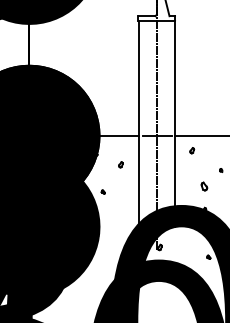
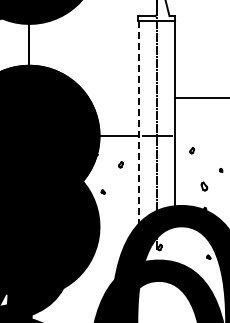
line at (138, 124): solid -> dashed
line at (200, 135) position: (200, 135) -> (200, 97)
